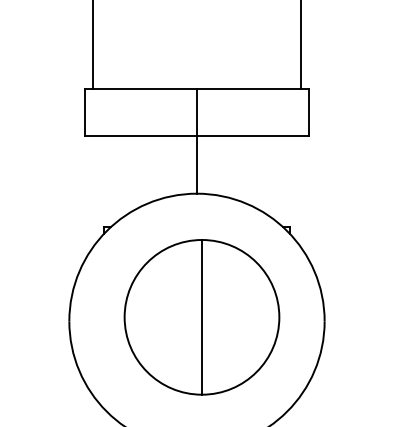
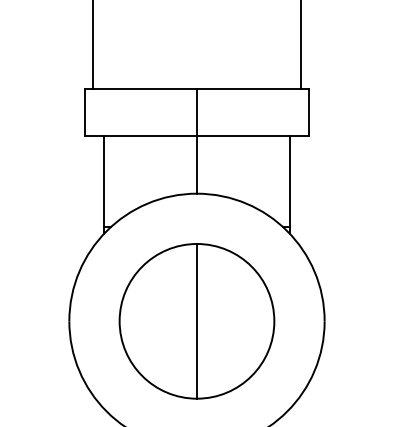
line at (104, 181): none -> present
line at (289, 181): none -> present
part at (201, 317) position: (201, 317) -> (196, 321)
